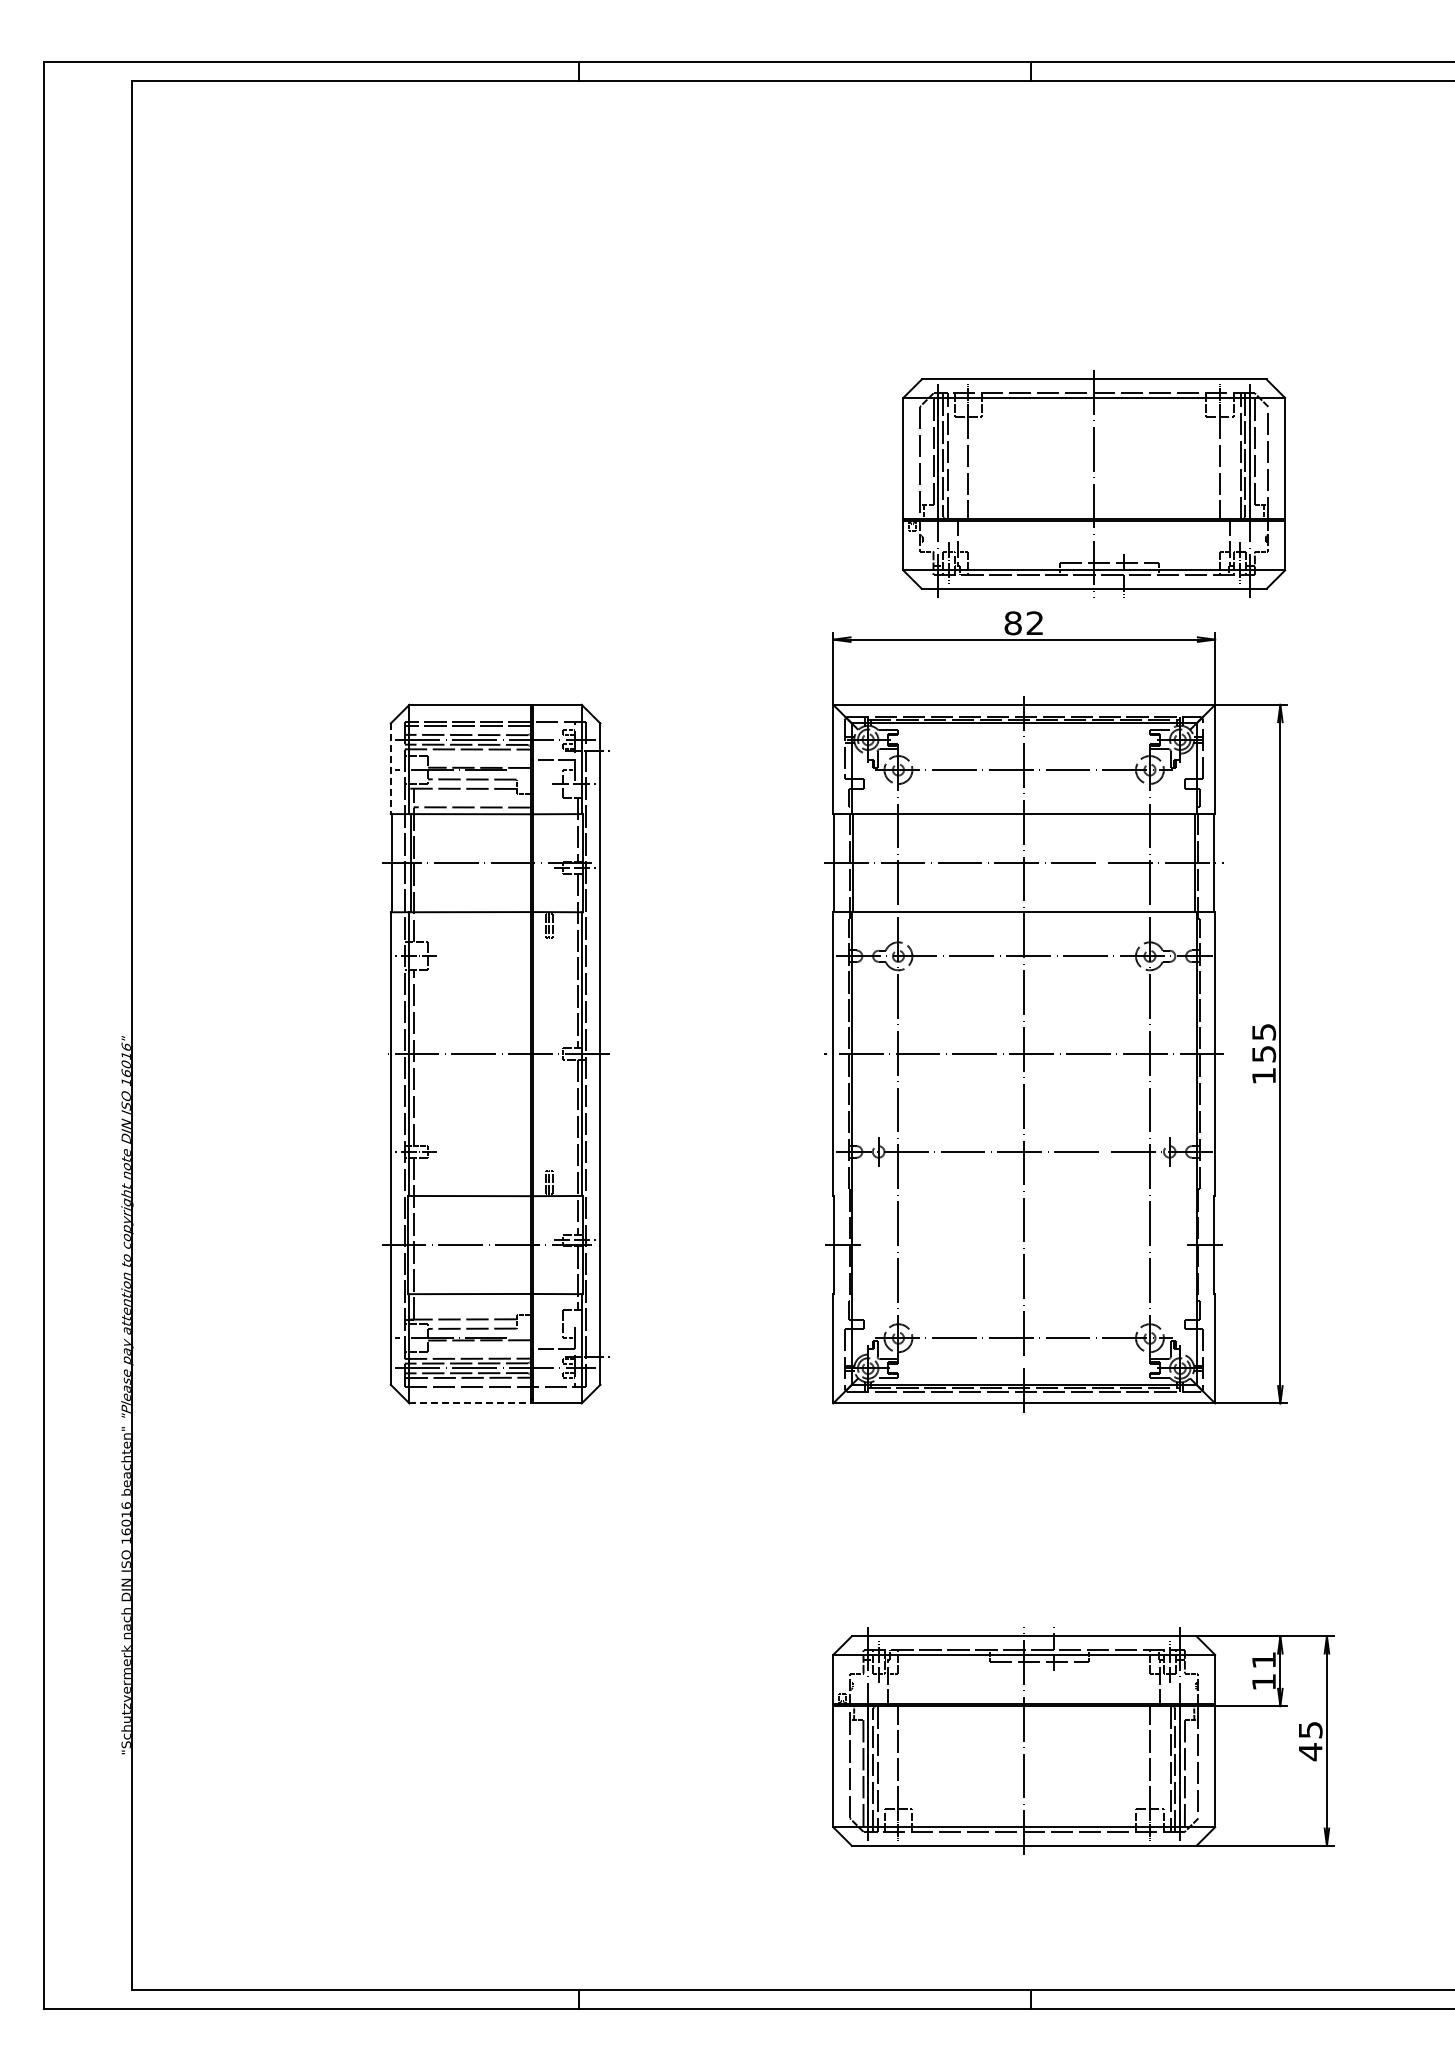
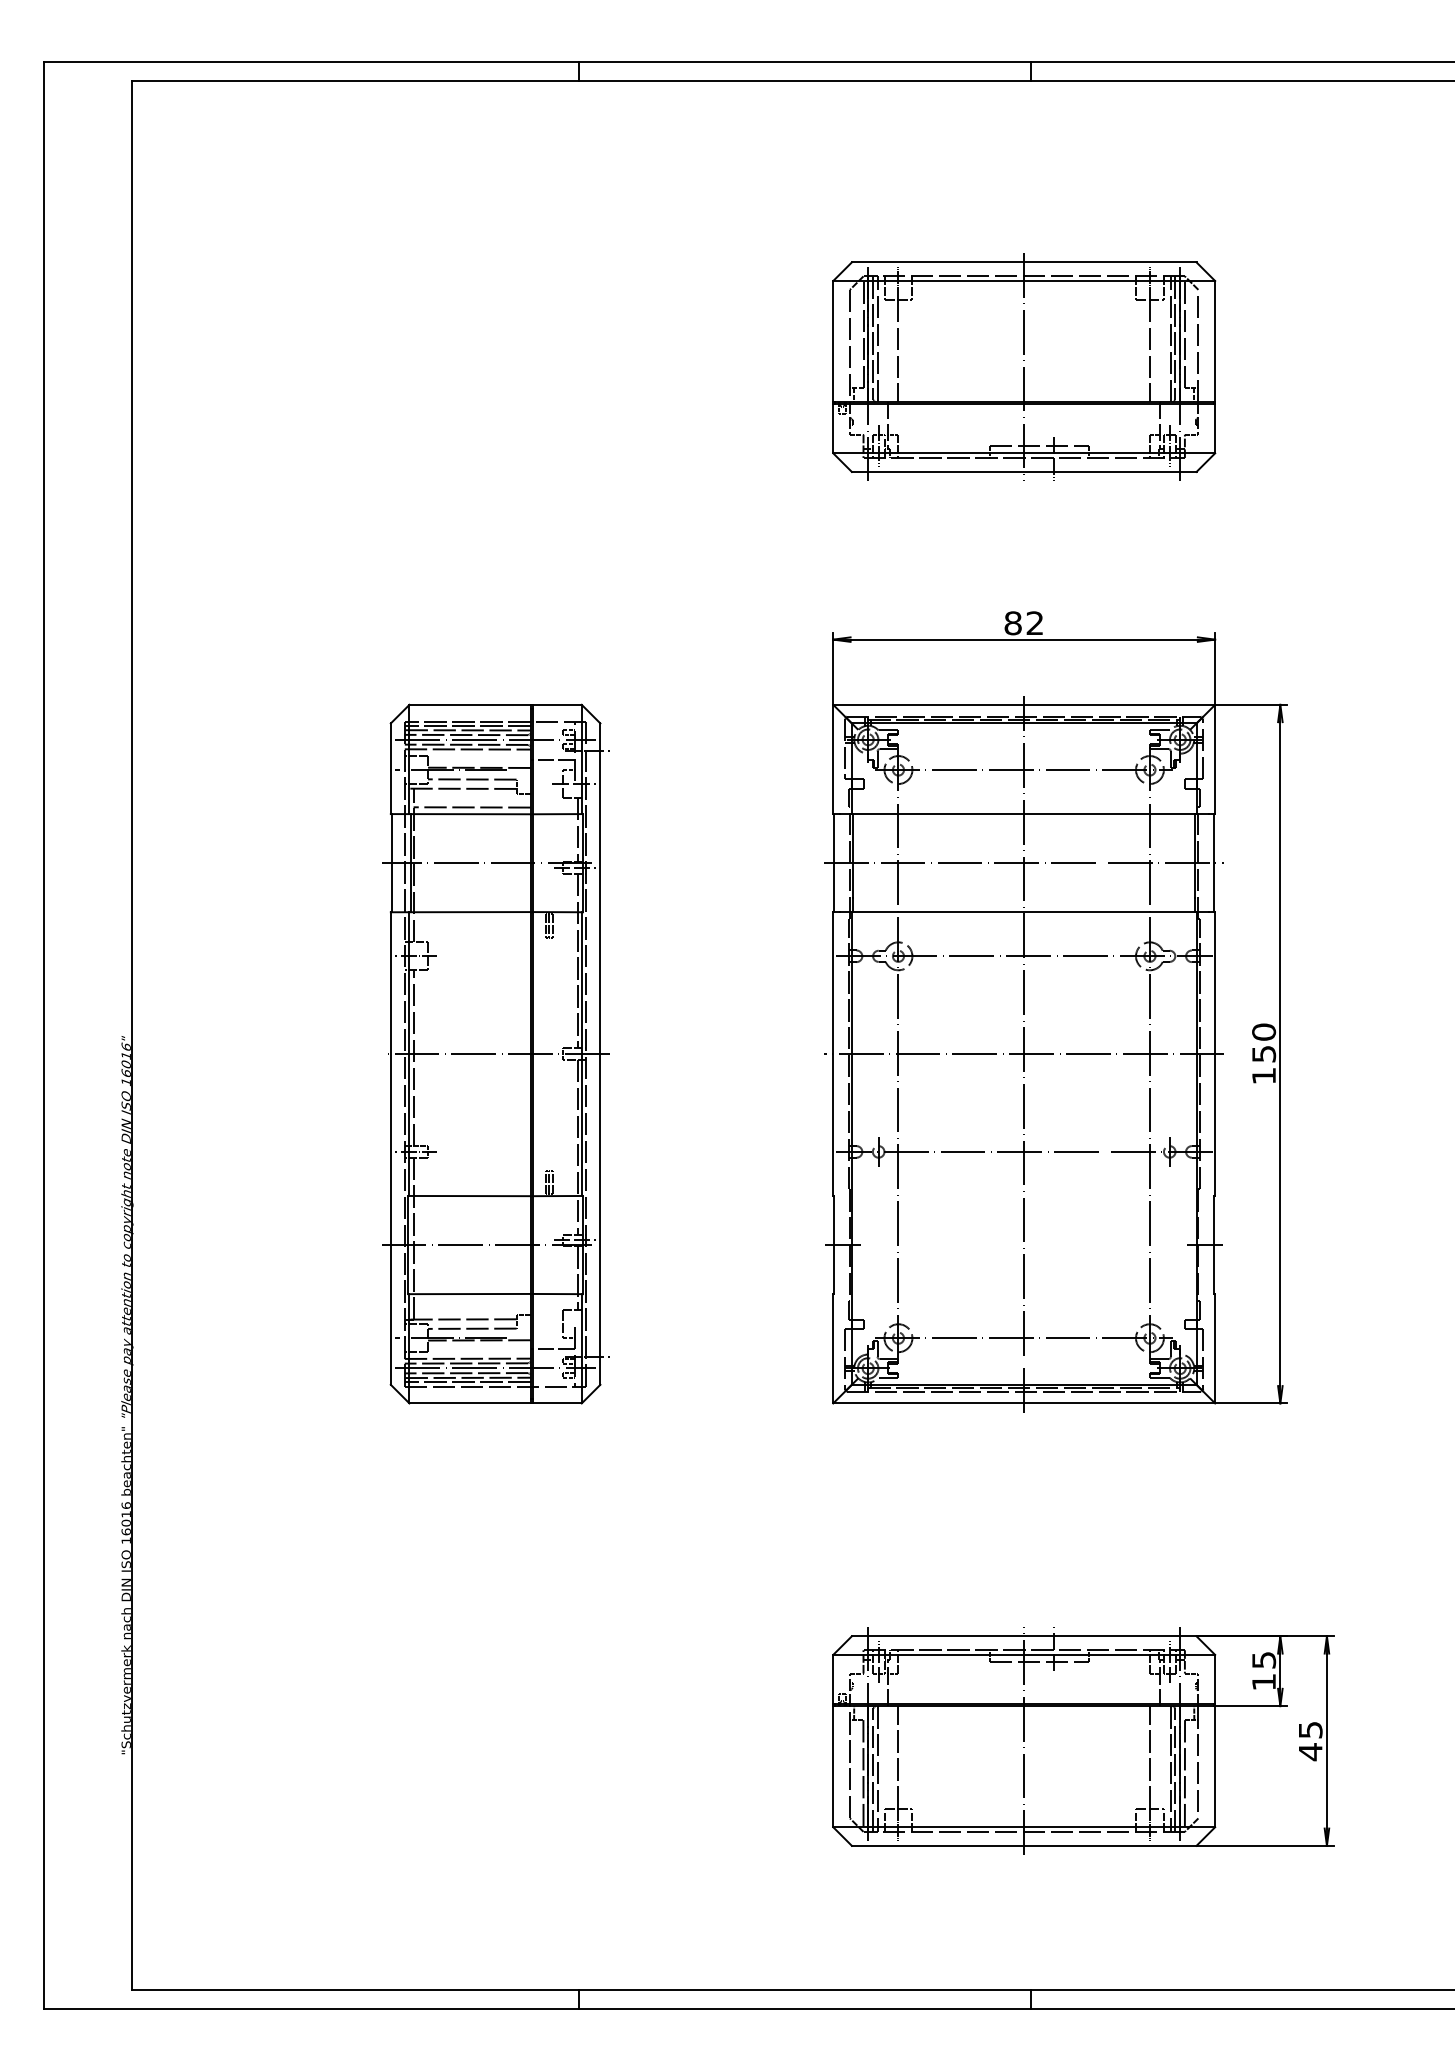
part at (1094, 483) position: (1094, 483) -> (1024, 366)
line at (467, 730): none -> present
line at (390, 769): dashed -> solid
text at (1264, 1031): 155 -> 150
line at (467, 1382): none -> present
line at (469, 1403): dashed -> solid
text at (1264, 1660): 11 -> 15
